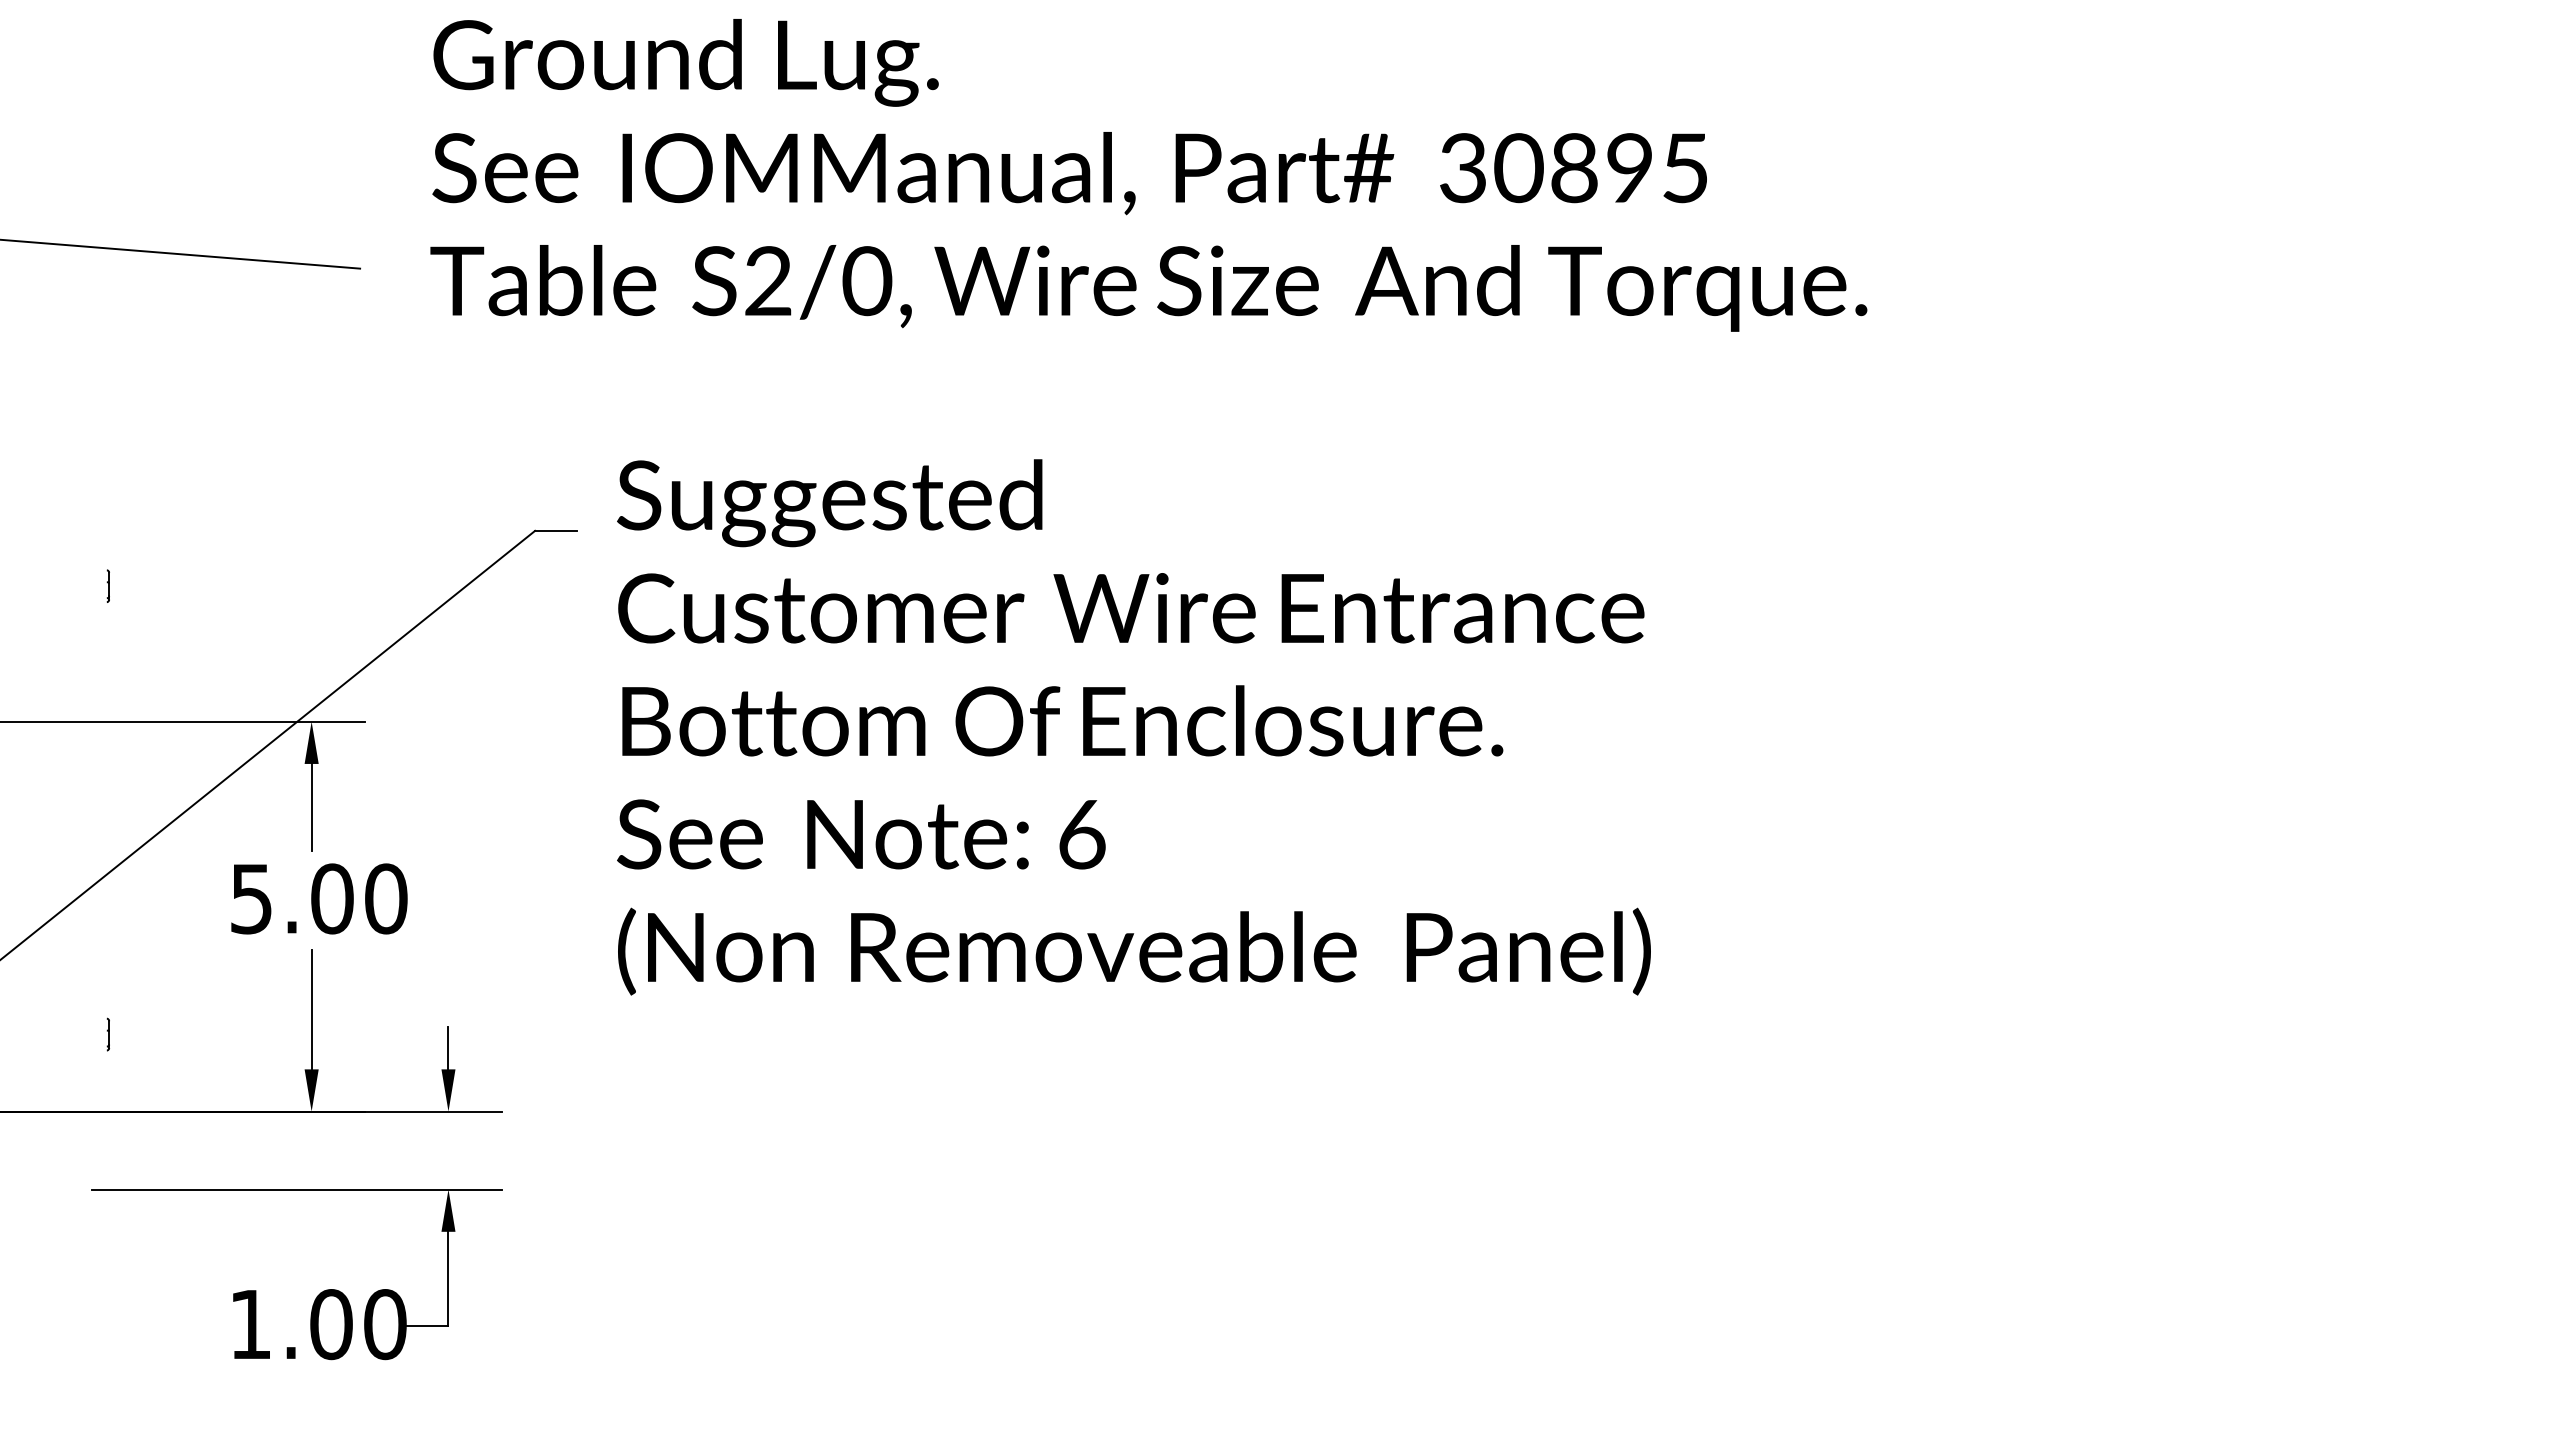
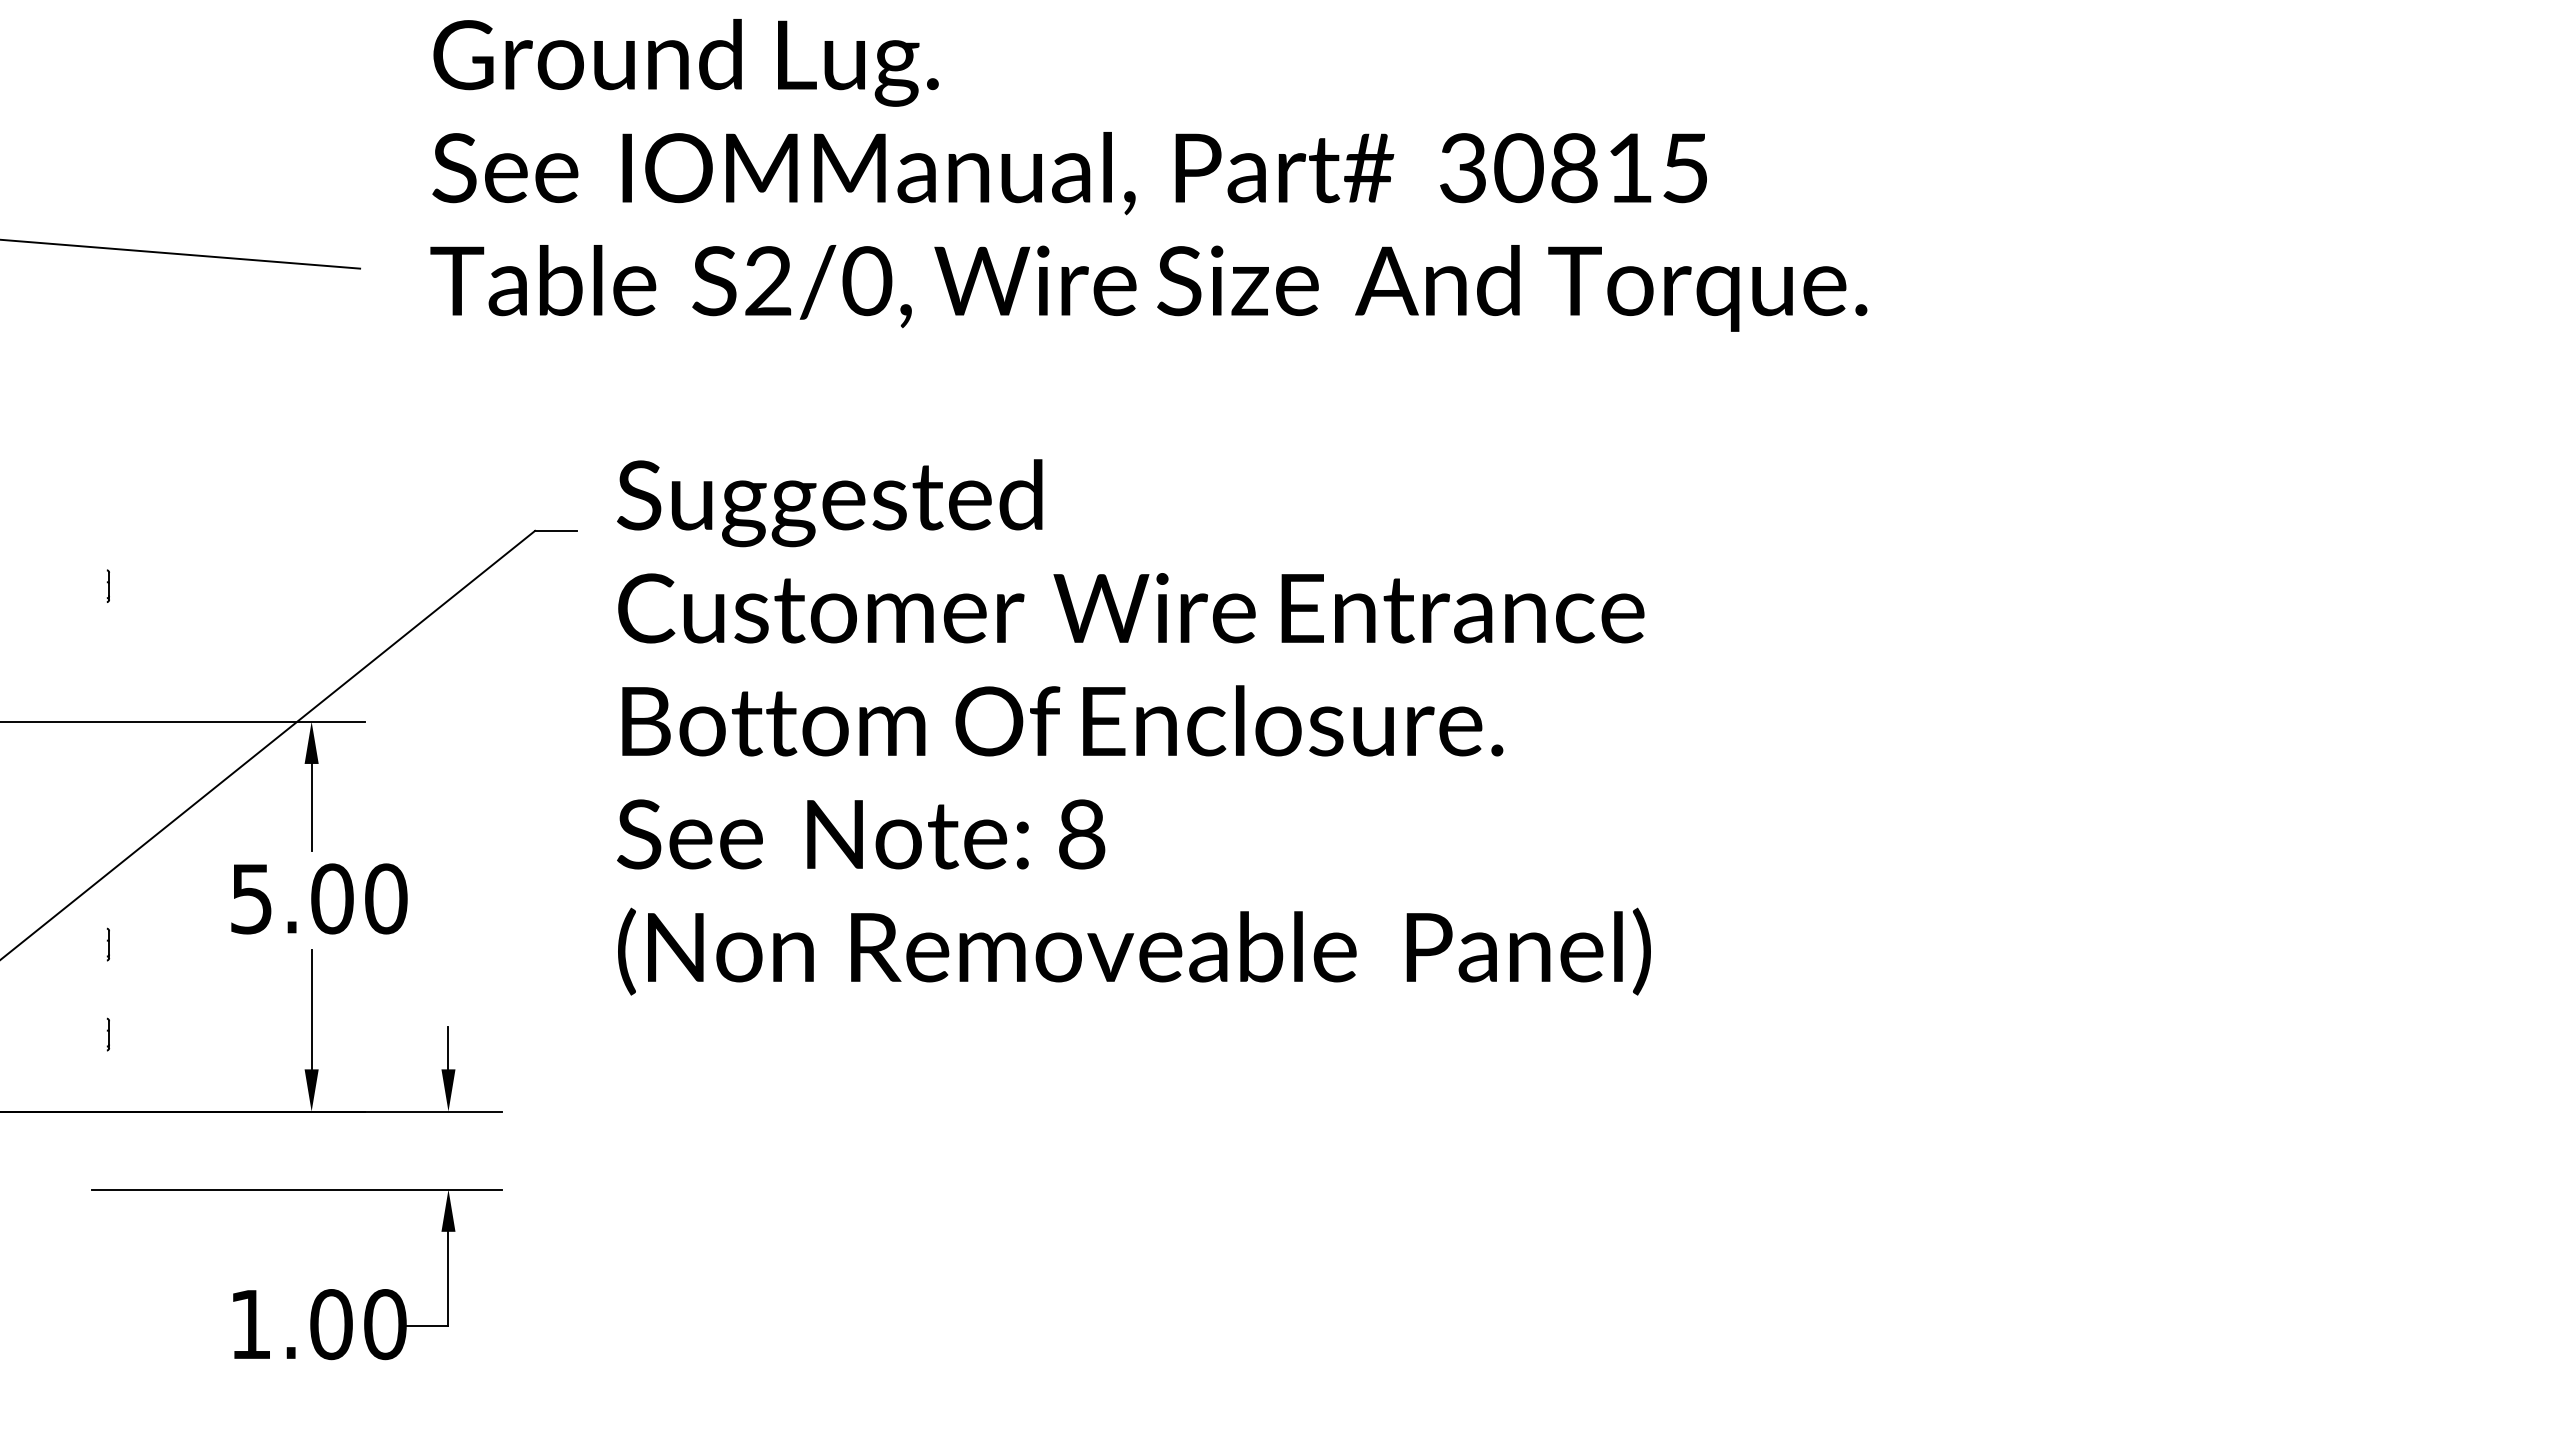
text at (1629, 167): 30895 -> 30815
text at (1082, 834): 6 -> 8
part at (107, 944): none -> present
